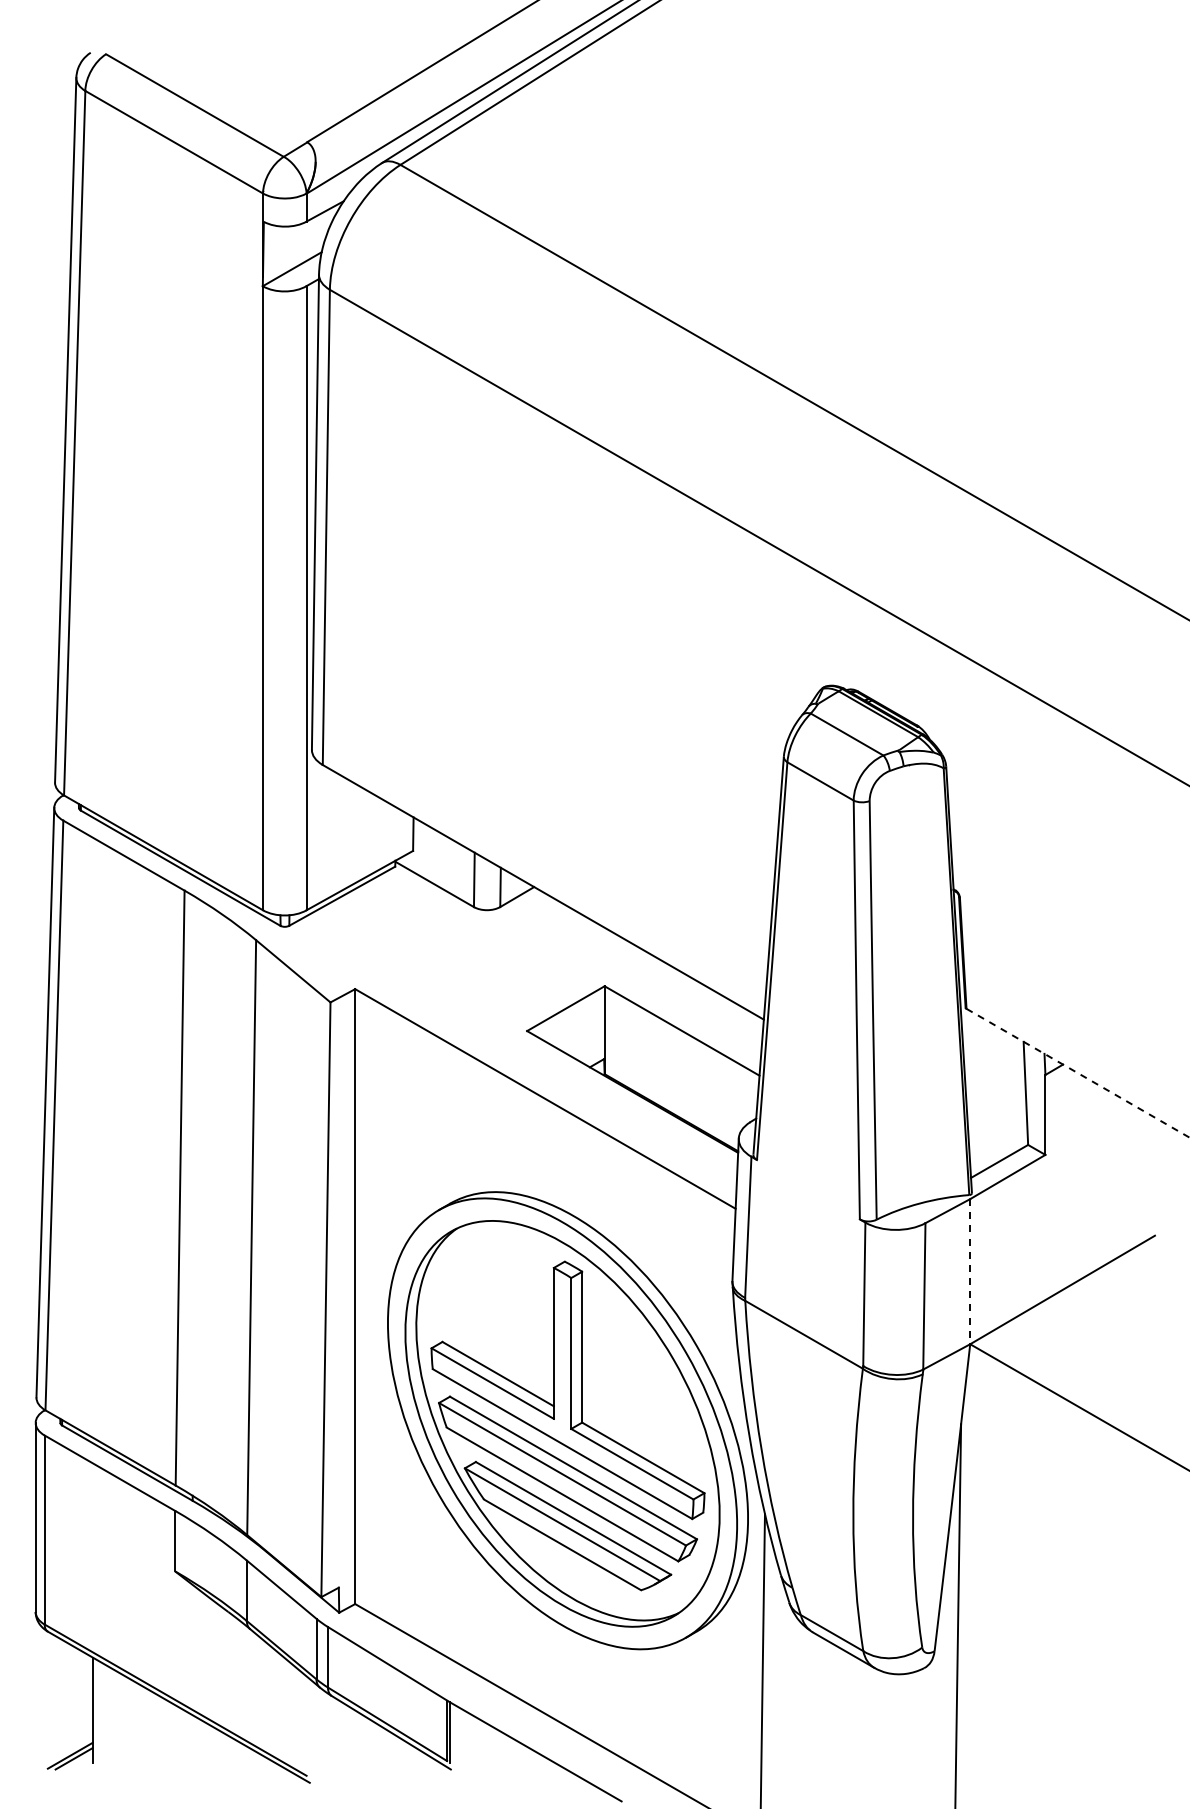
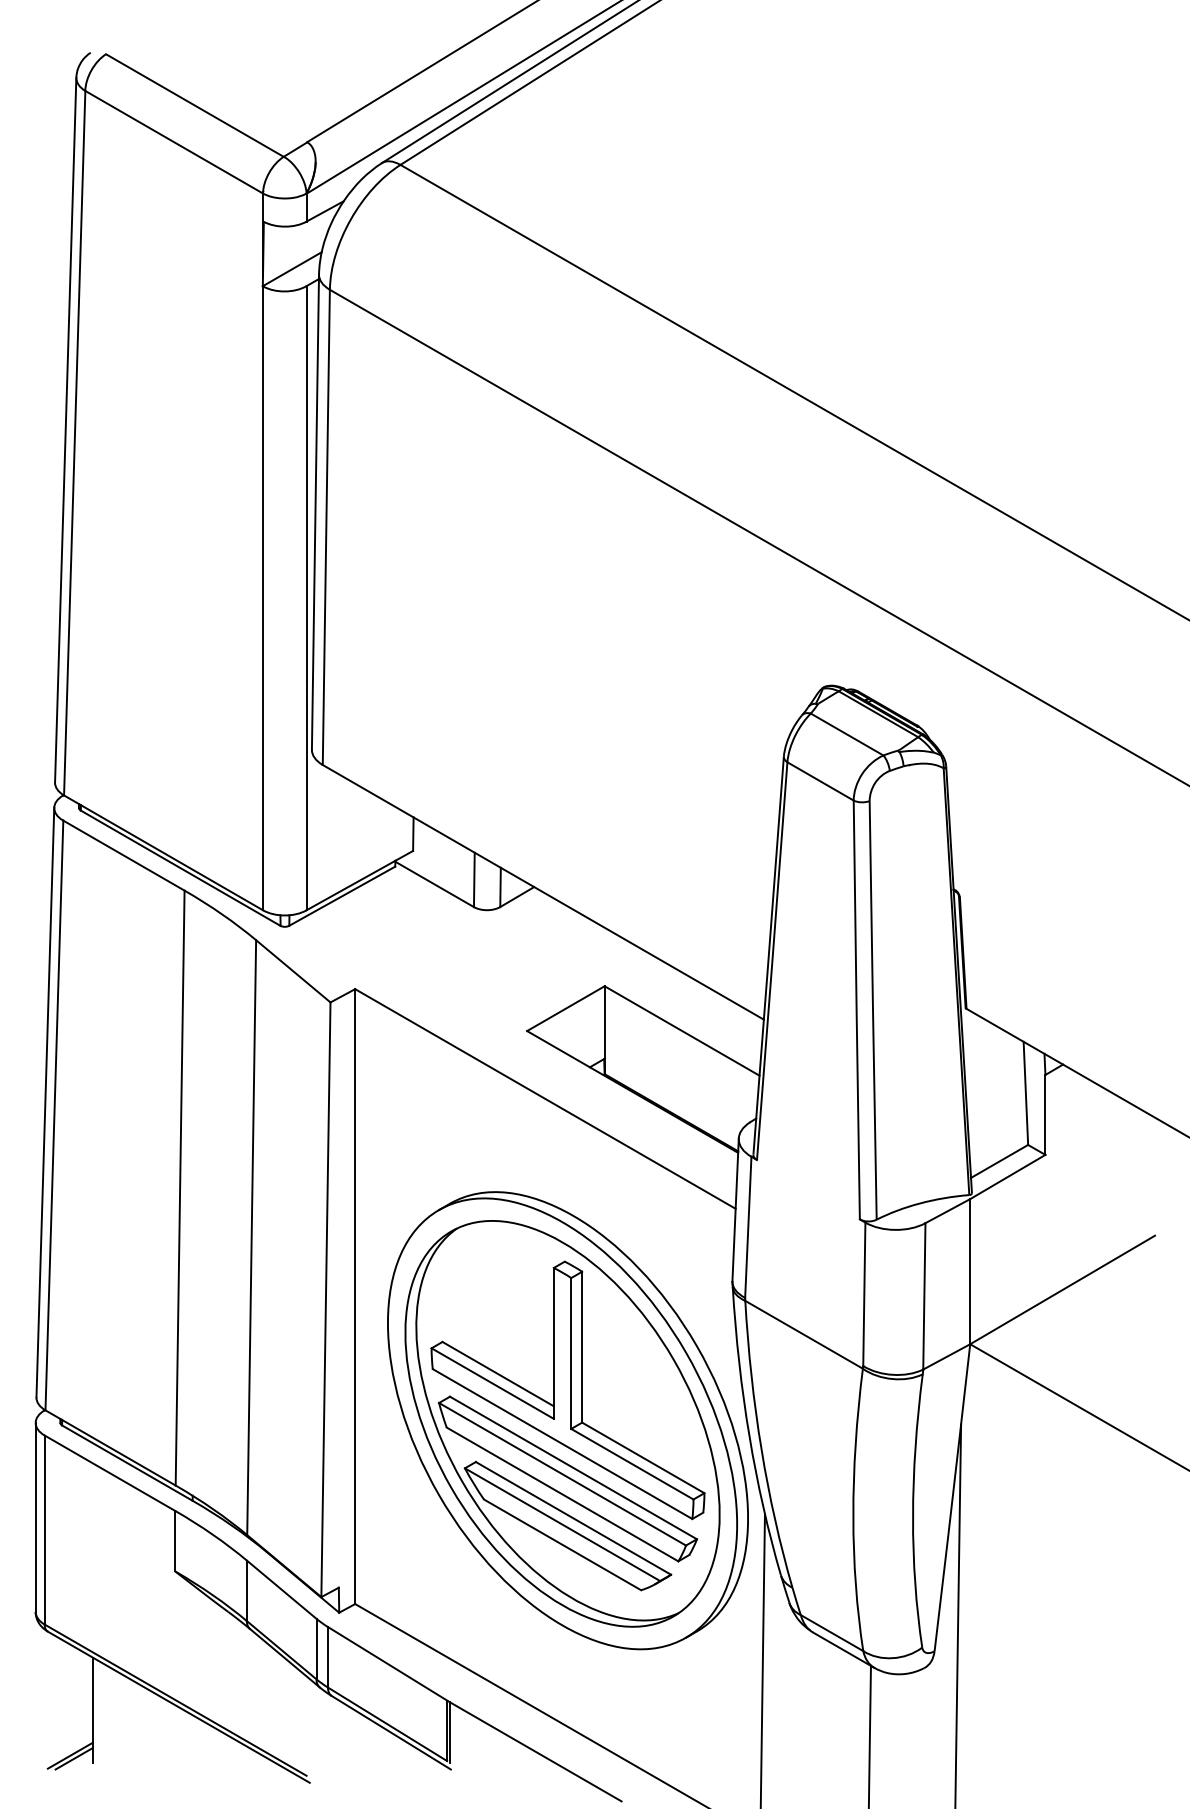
line at (1078, 1073): dashed -> solid
line at (970, 1271): dashed -> solid
line at (869, 1735): none -> present
